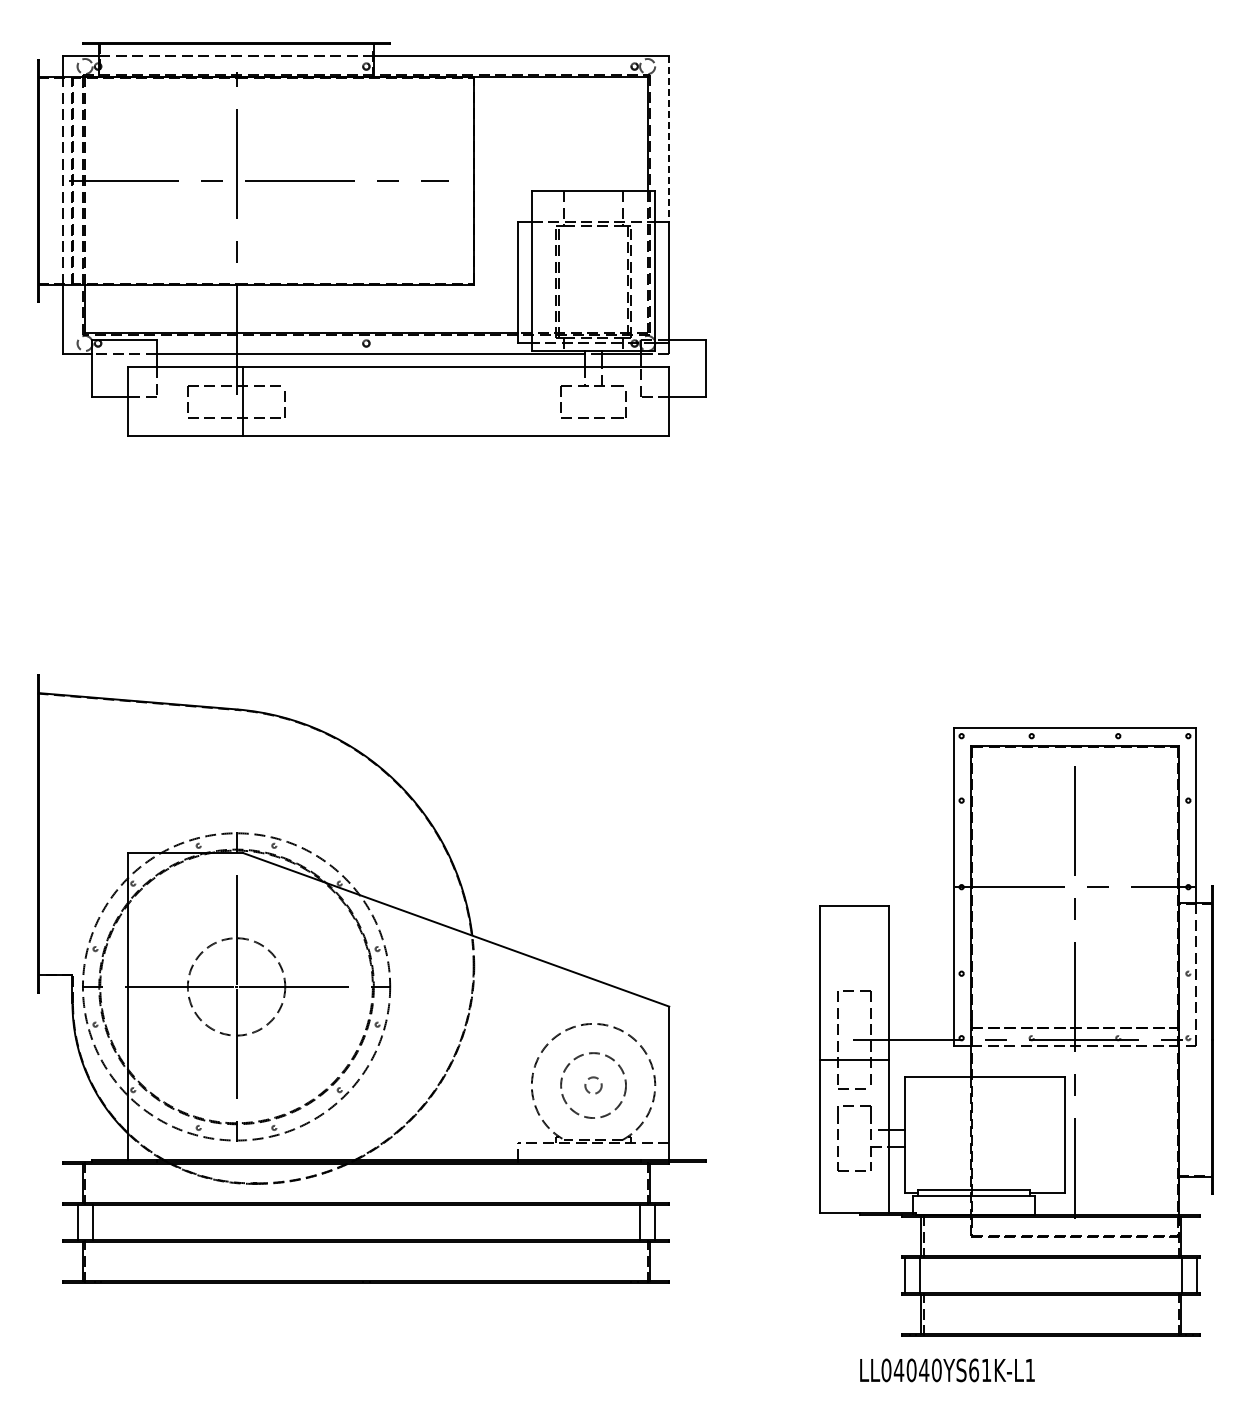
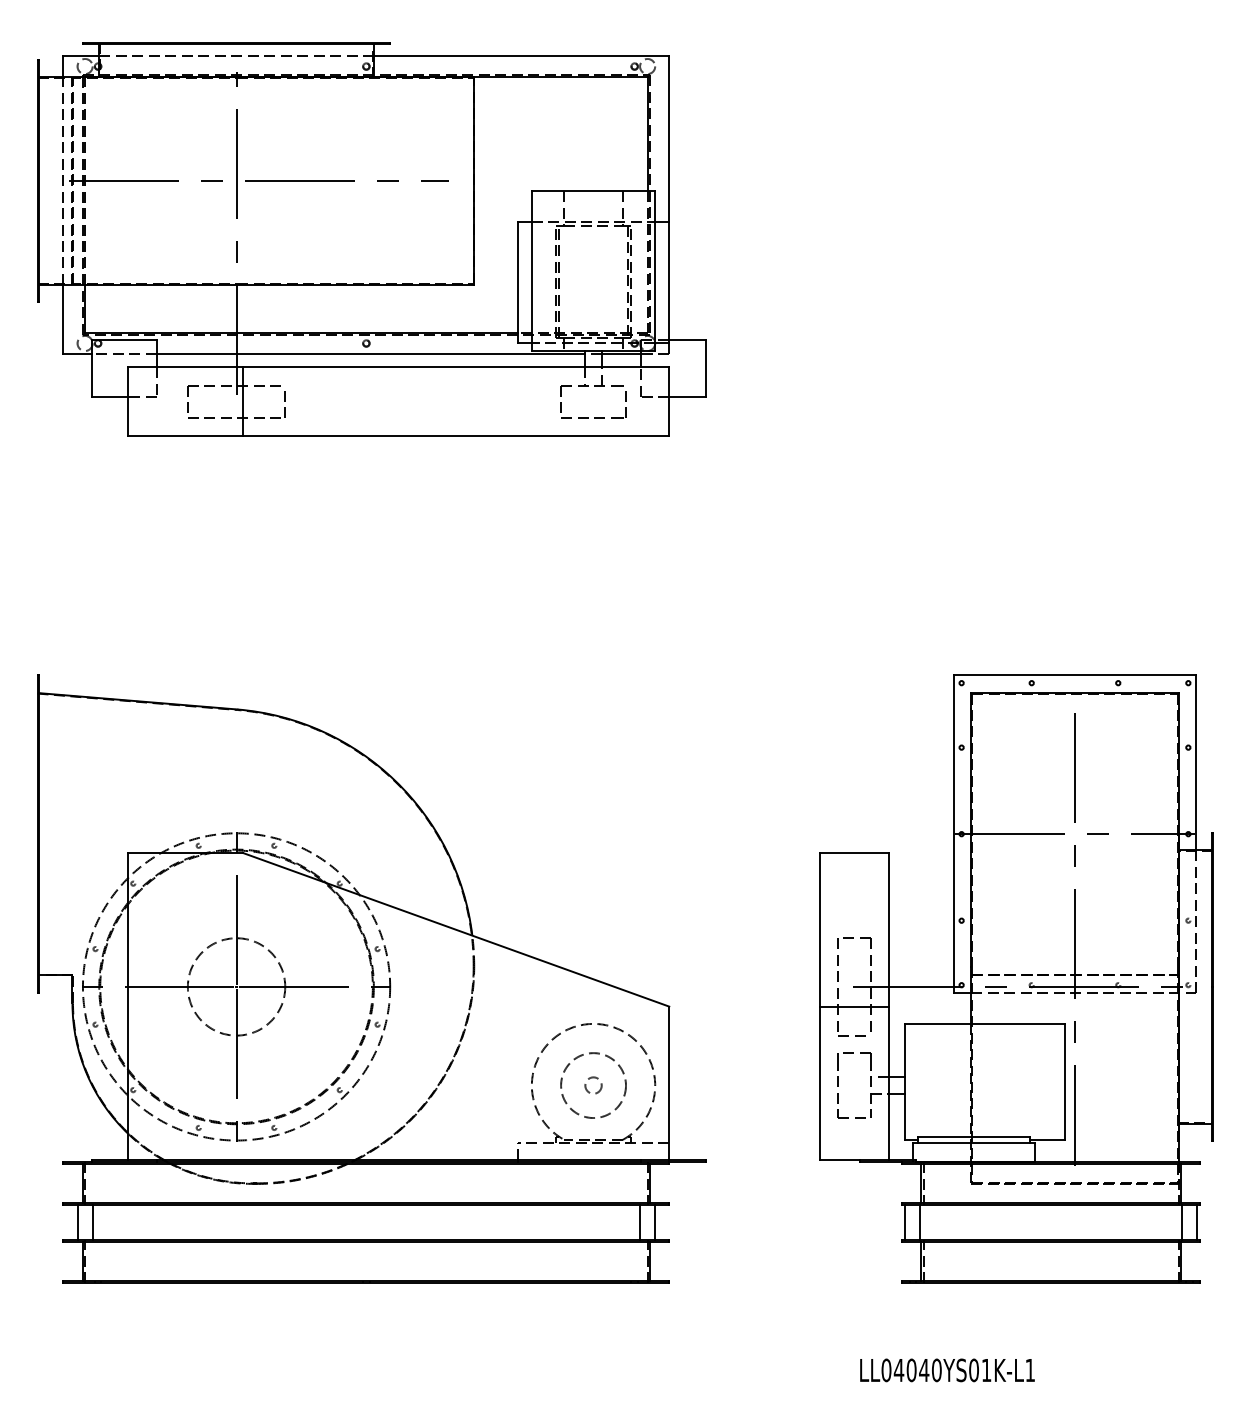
line at (669, 138): dashed -> solid
part at (1016, 1031) position: (1016, 1031) -> (1016, 978)
text at (974, 1369): LL04040YS61K-L1 -> LL04040YS01K-L1
